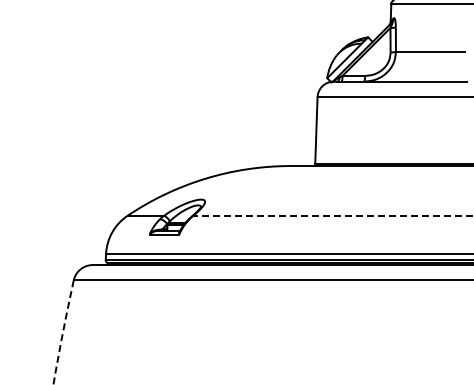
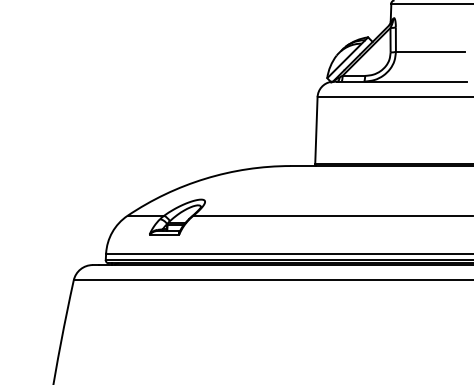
line at (332, 215): dashed -> solid
arc at (62, 332): dashed -> solid
